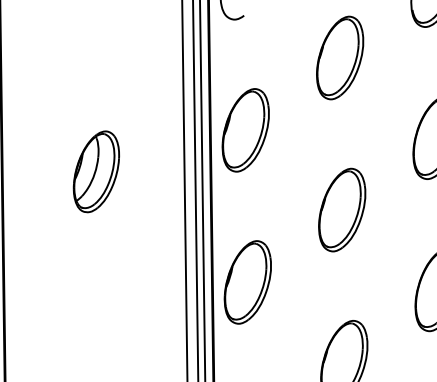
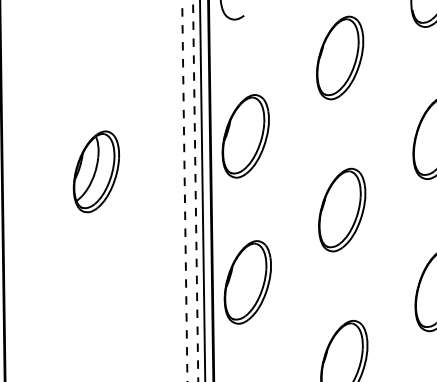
part at (245, 130) position: (245, 130) -> (245, 136)
line at (184, 190): solid -> dashed
line at (195, 191): solid -> dashed
